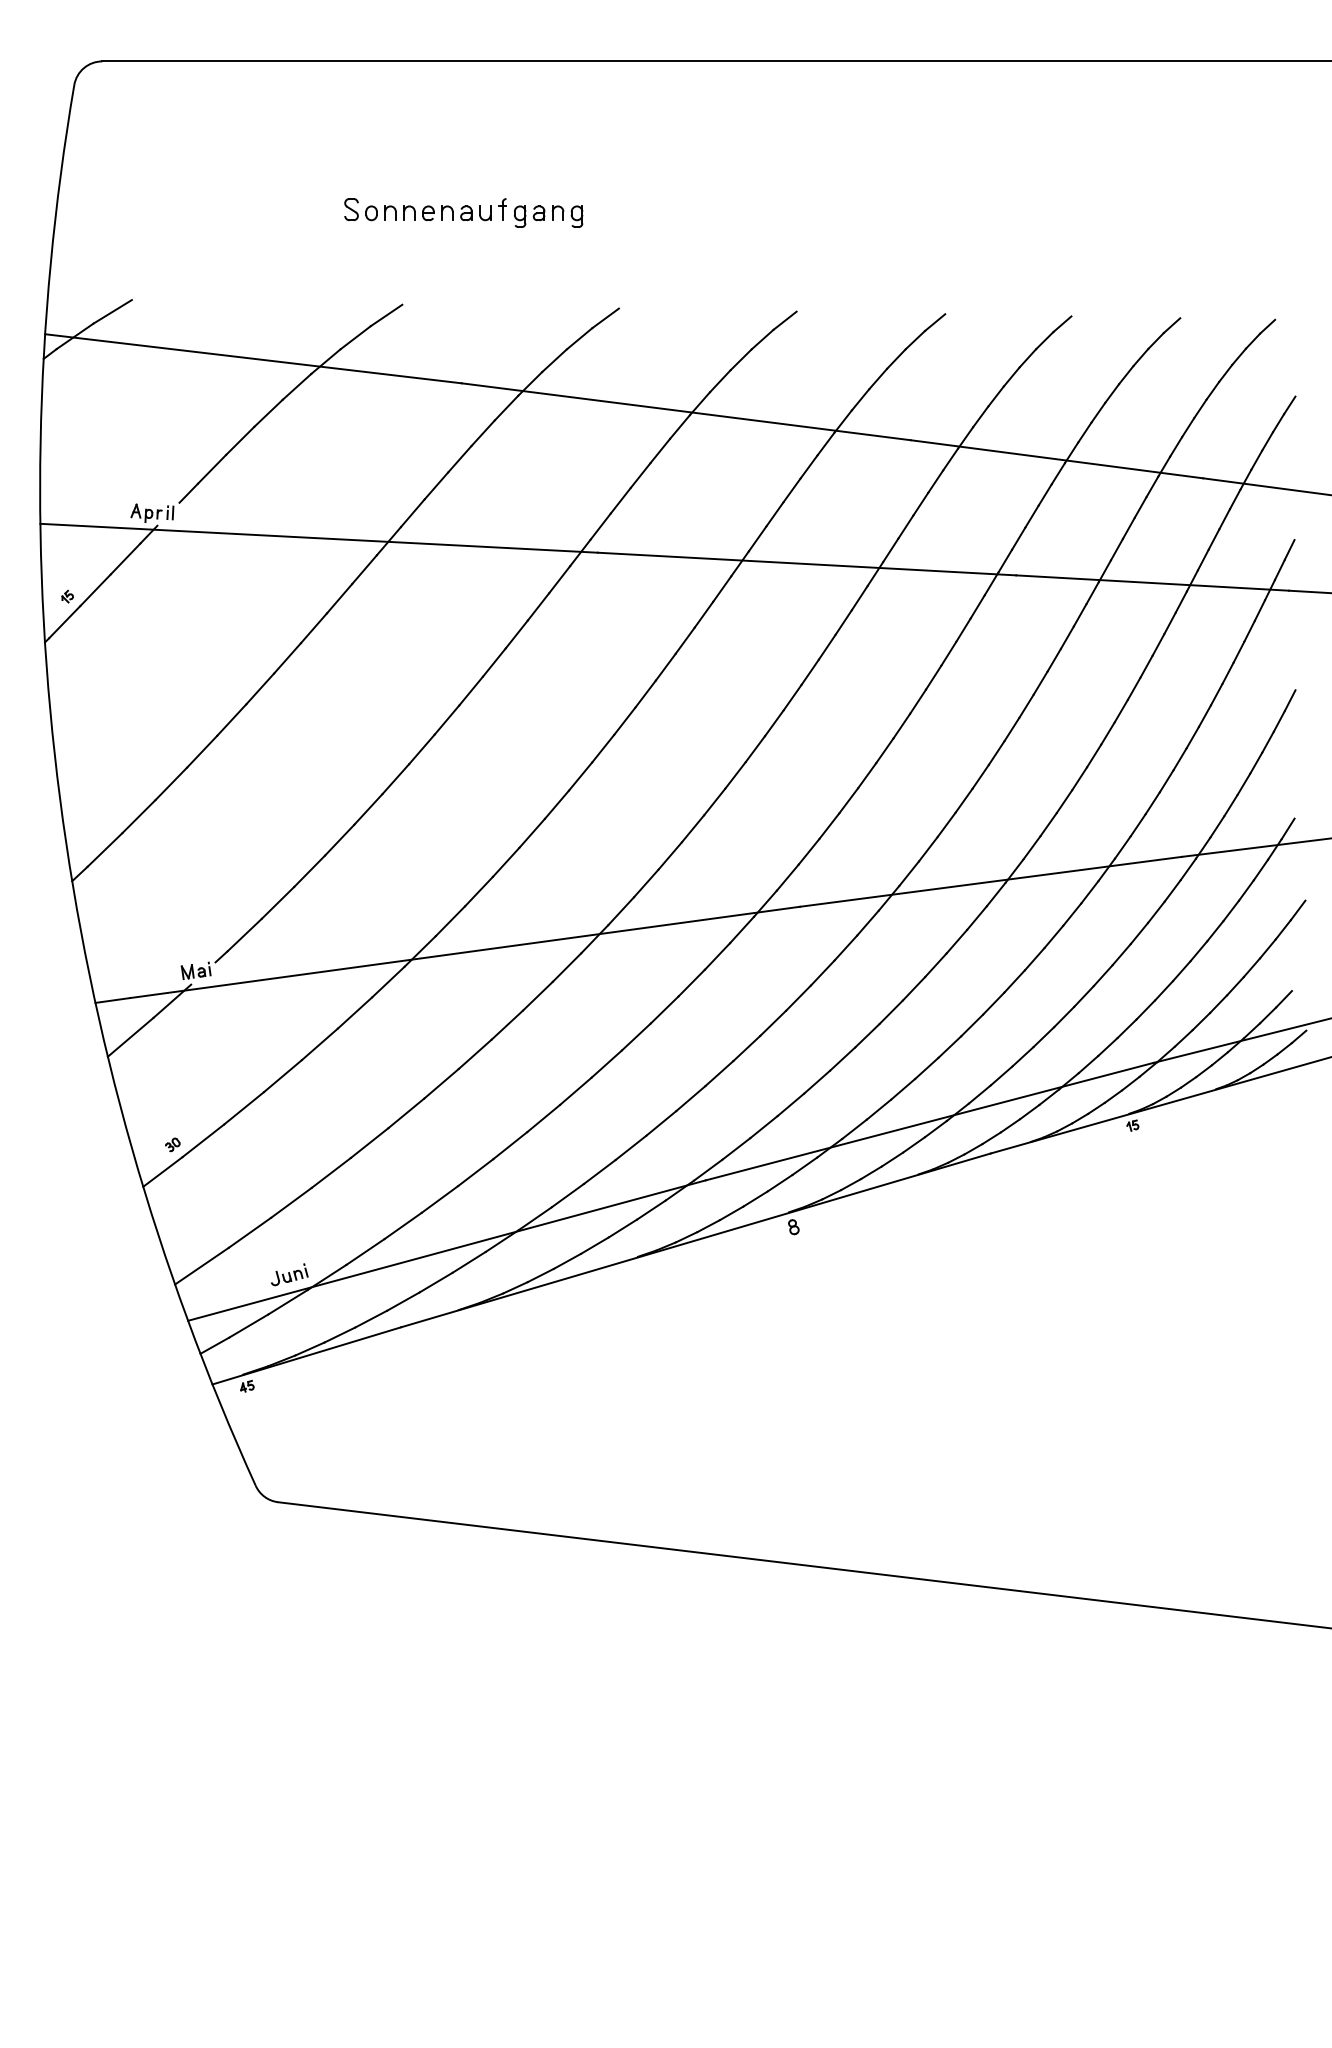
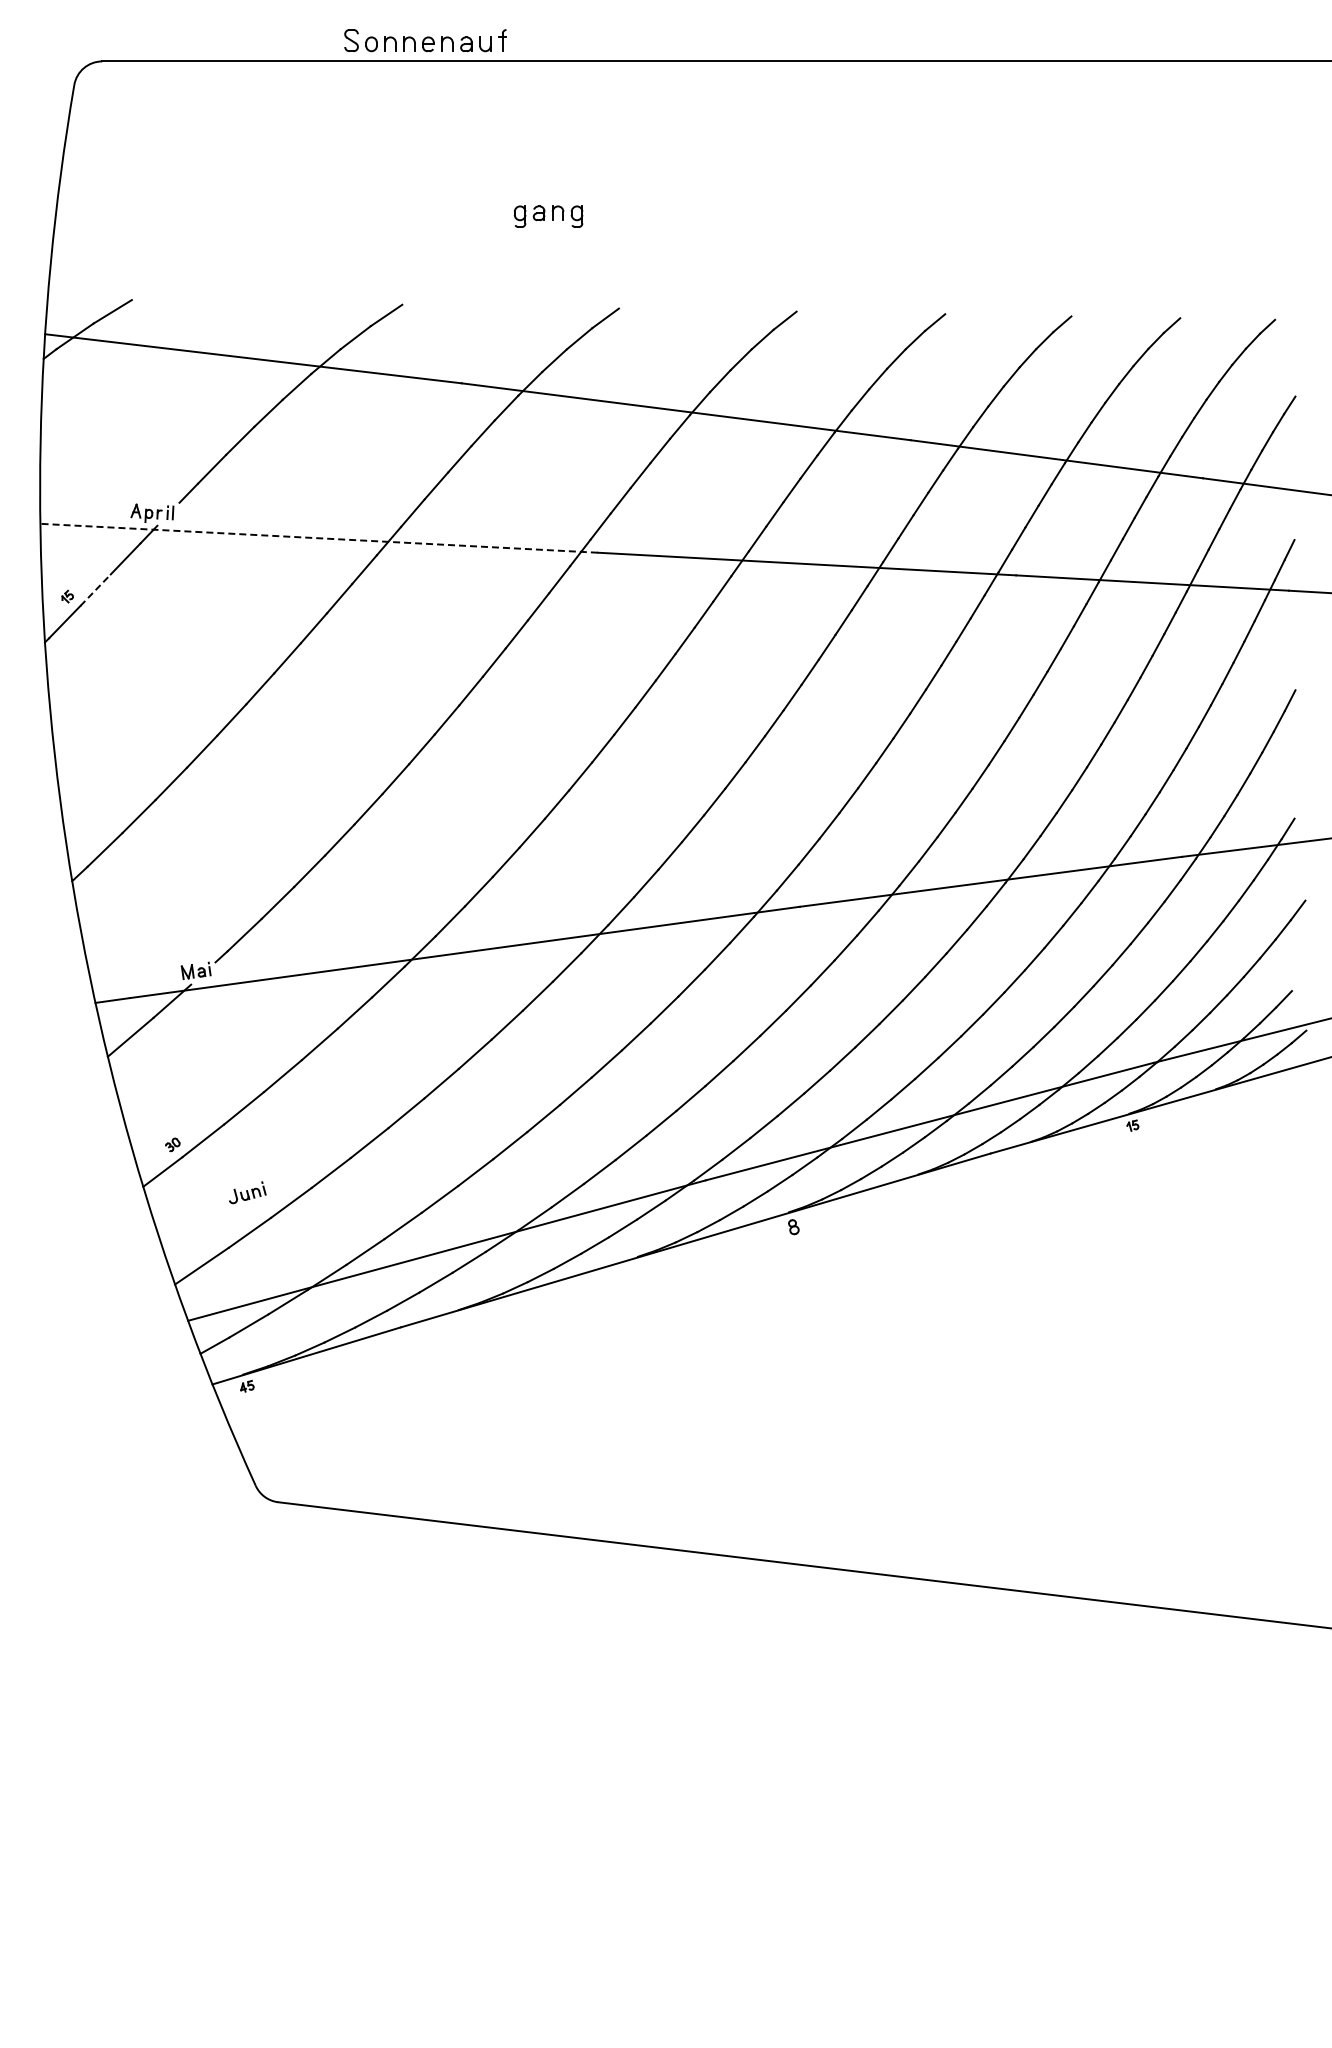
part at (425, 209) position: (425, 209) -> (425, 40)
line at (318, 538): solid -> dashed
line at (95, 590): solid -> dashed
part at (289, 1274) position: (289, 1274) -> (247, 1192)
